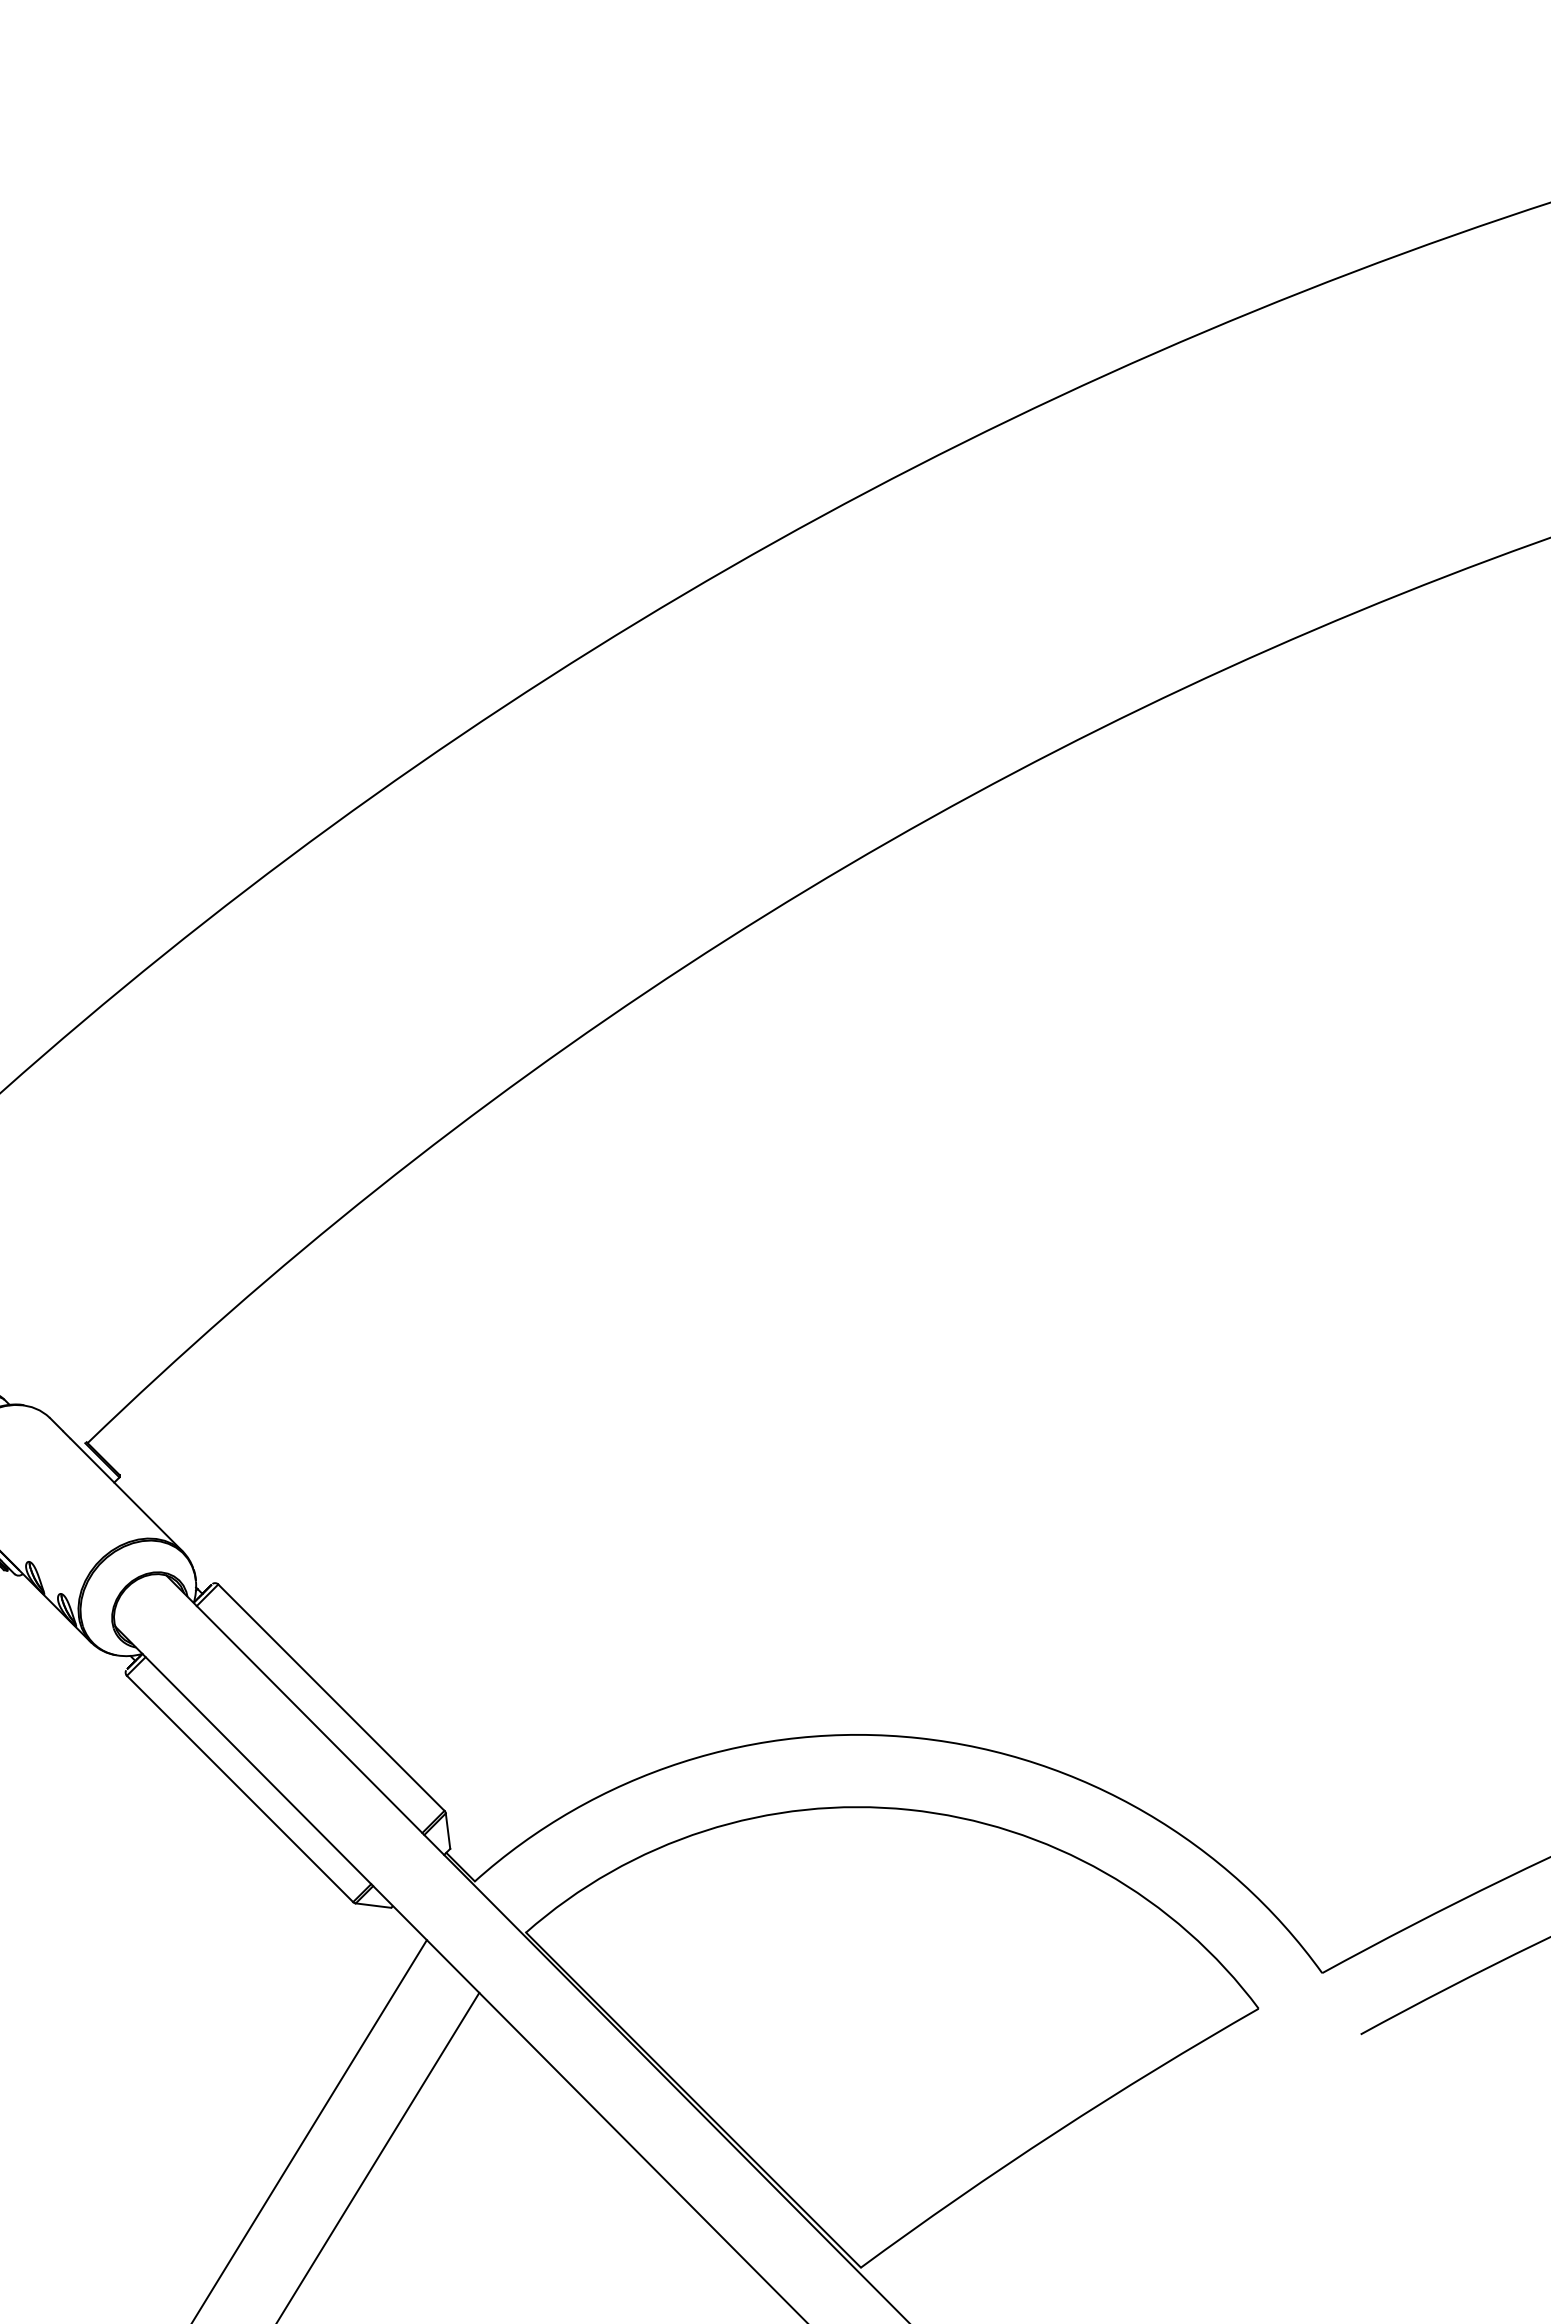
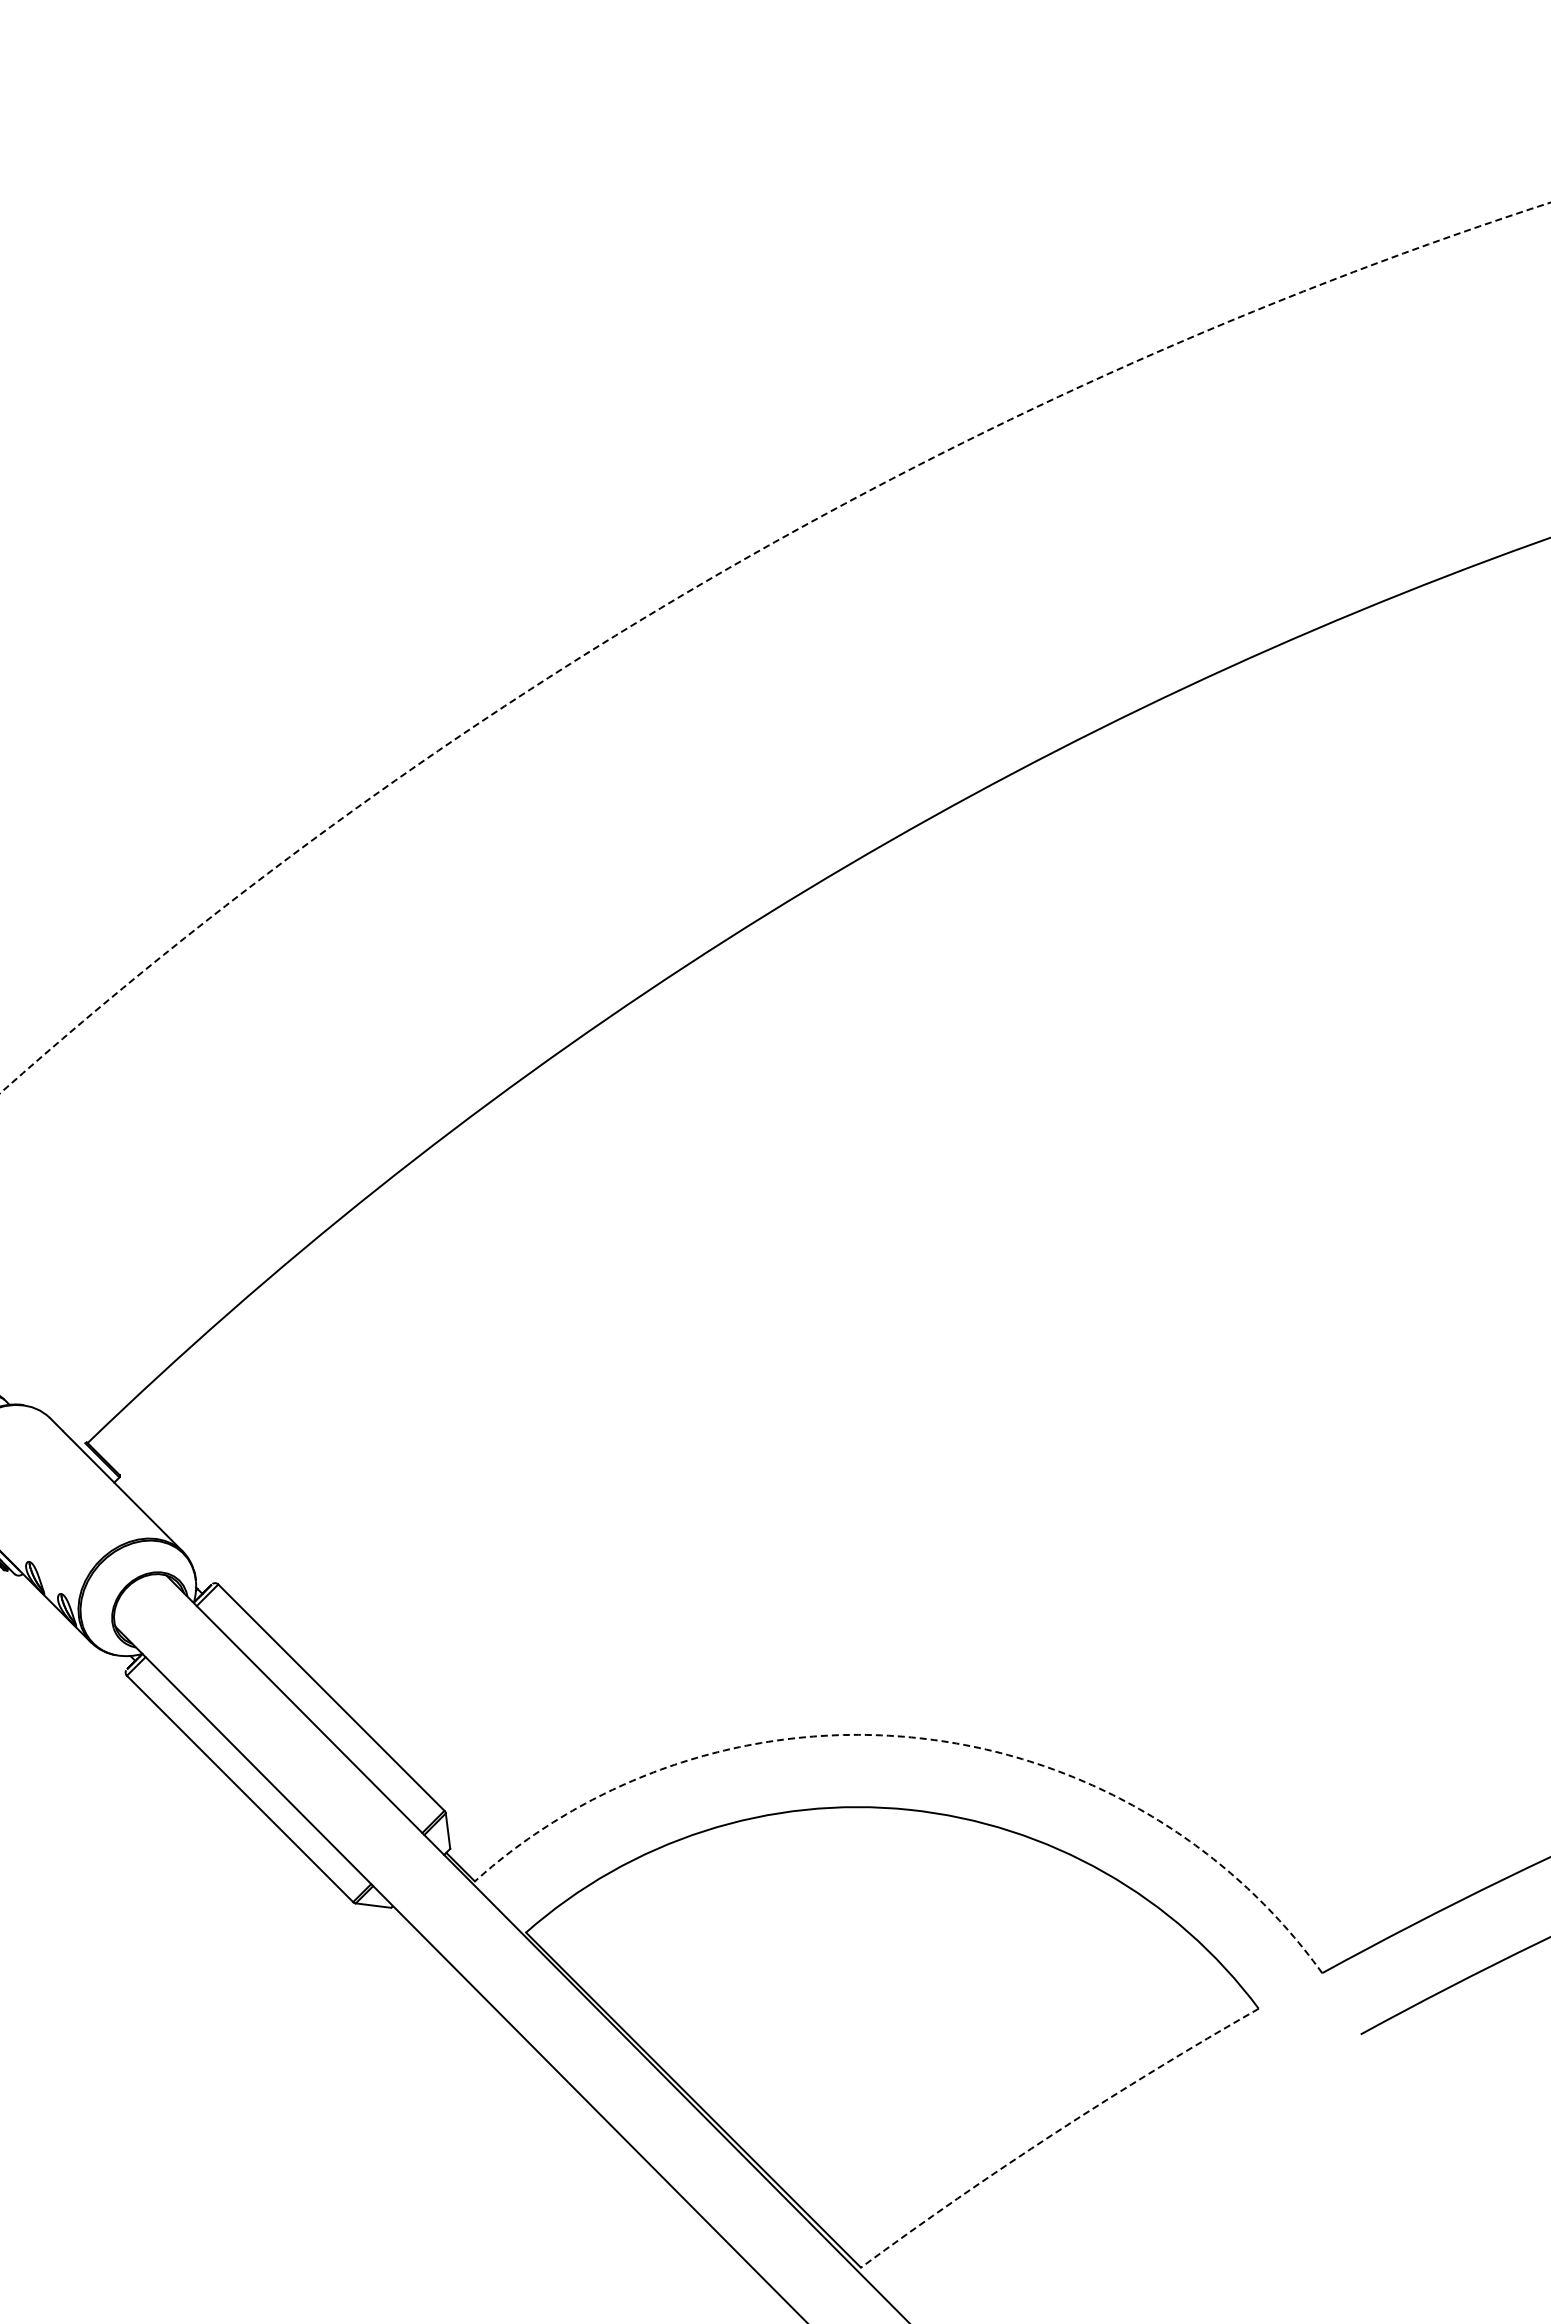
circle at (775, 648): solid -> dashed
arc at (919, 1738): solid -> dashed
line at (309, 2130): present -> none
arc at (1056, 2132): solid -> dashed
line at (378, 2156): present -> none
